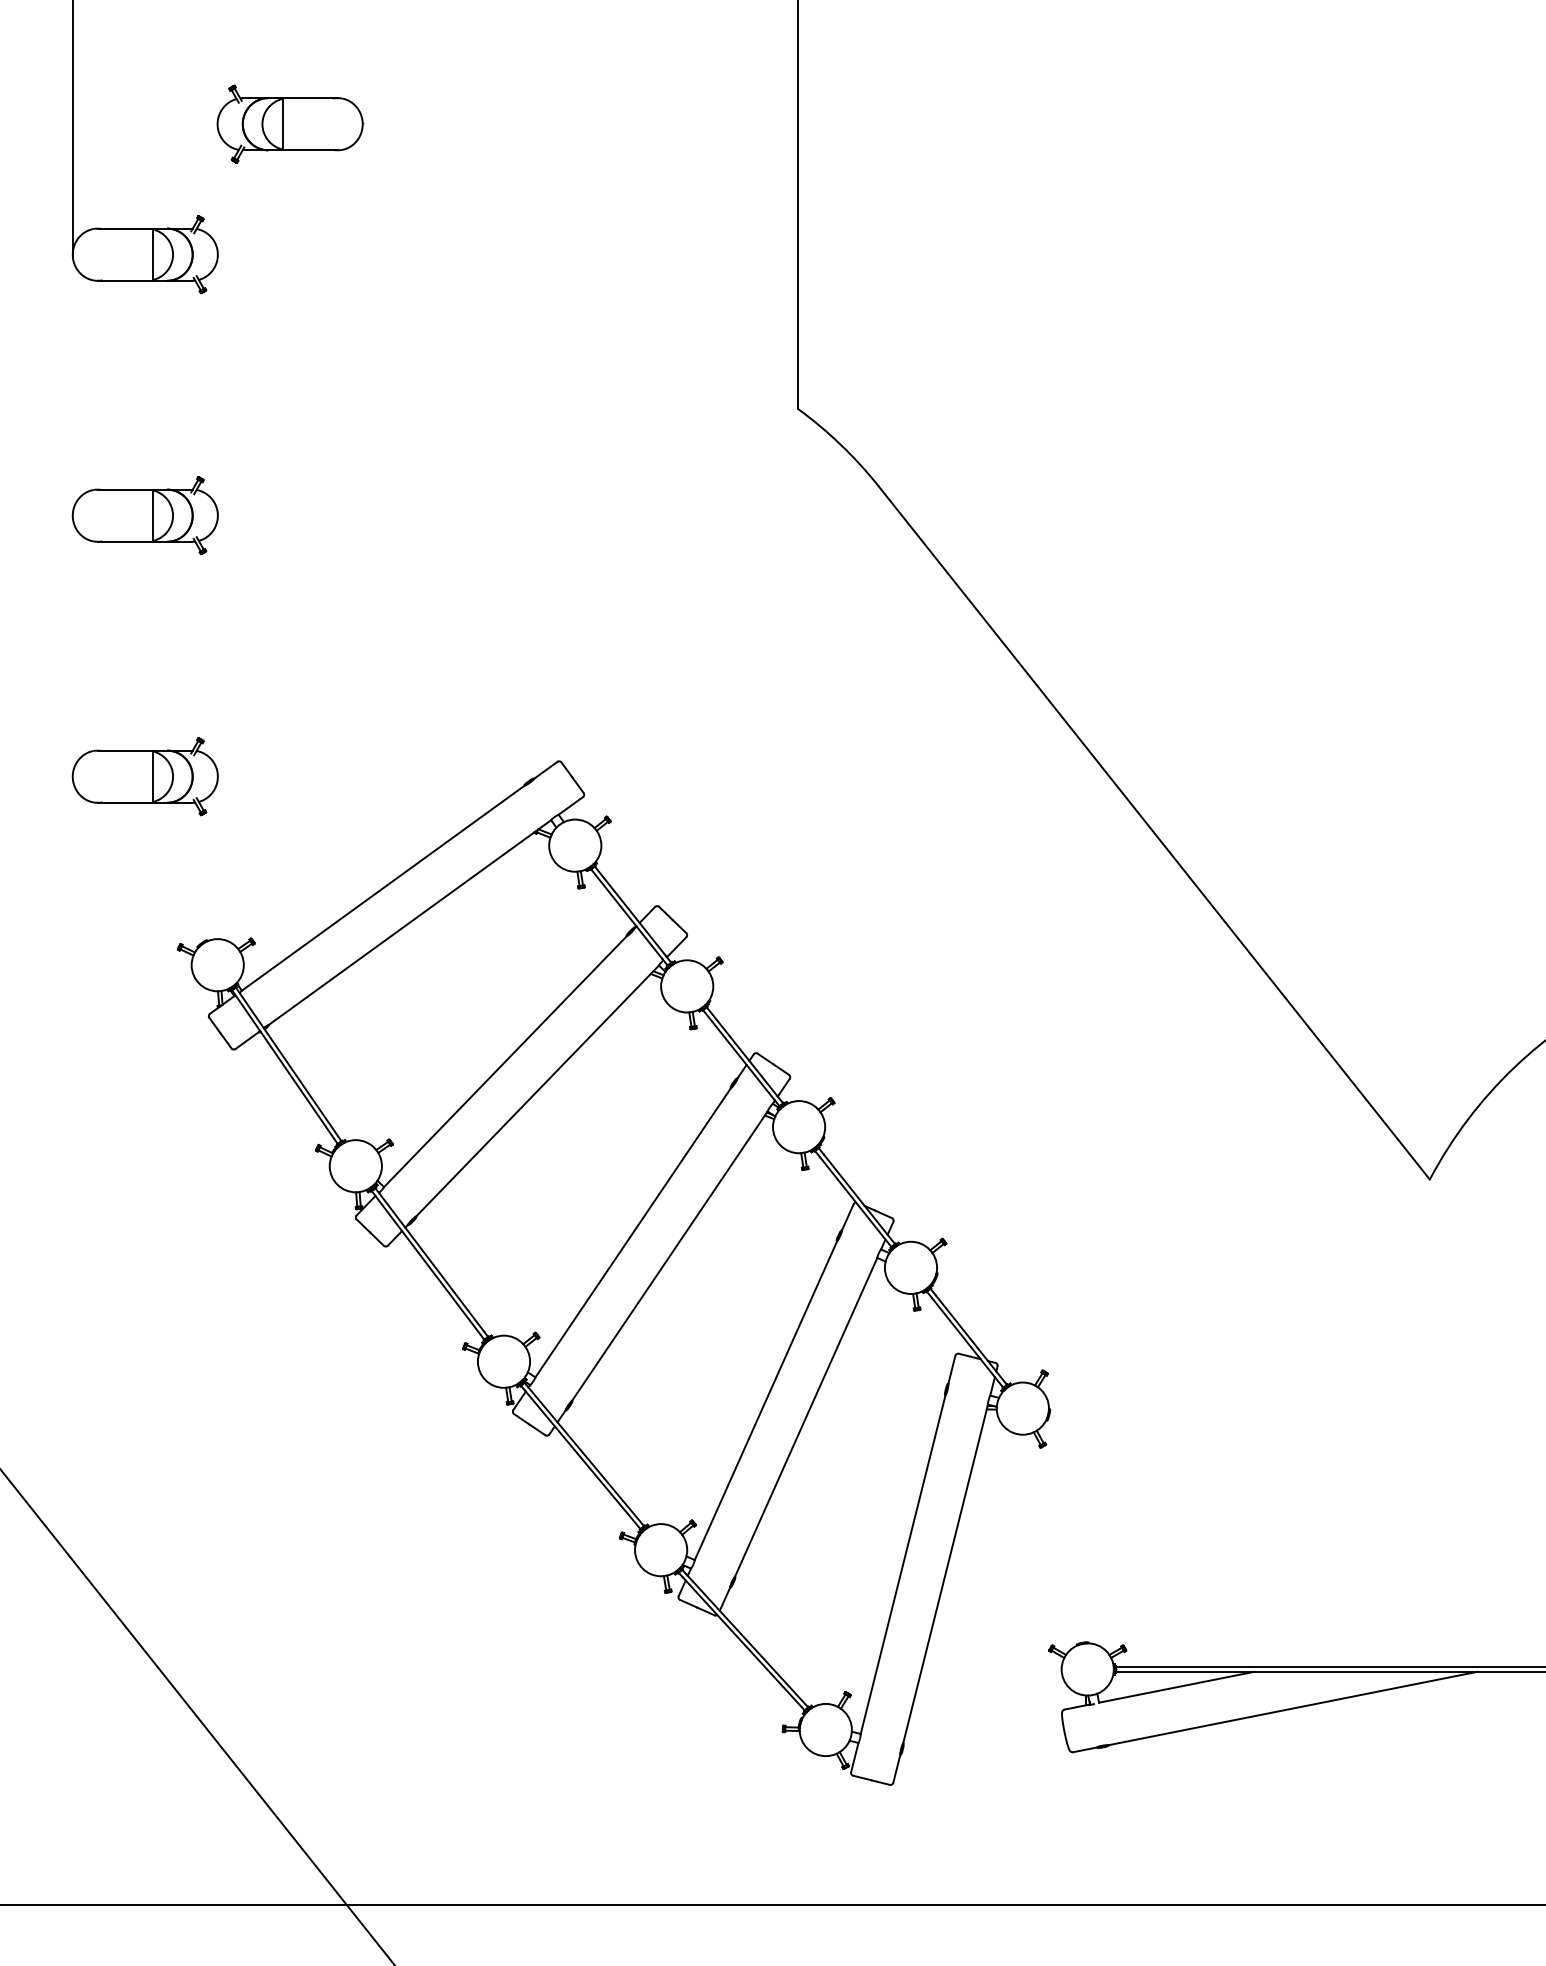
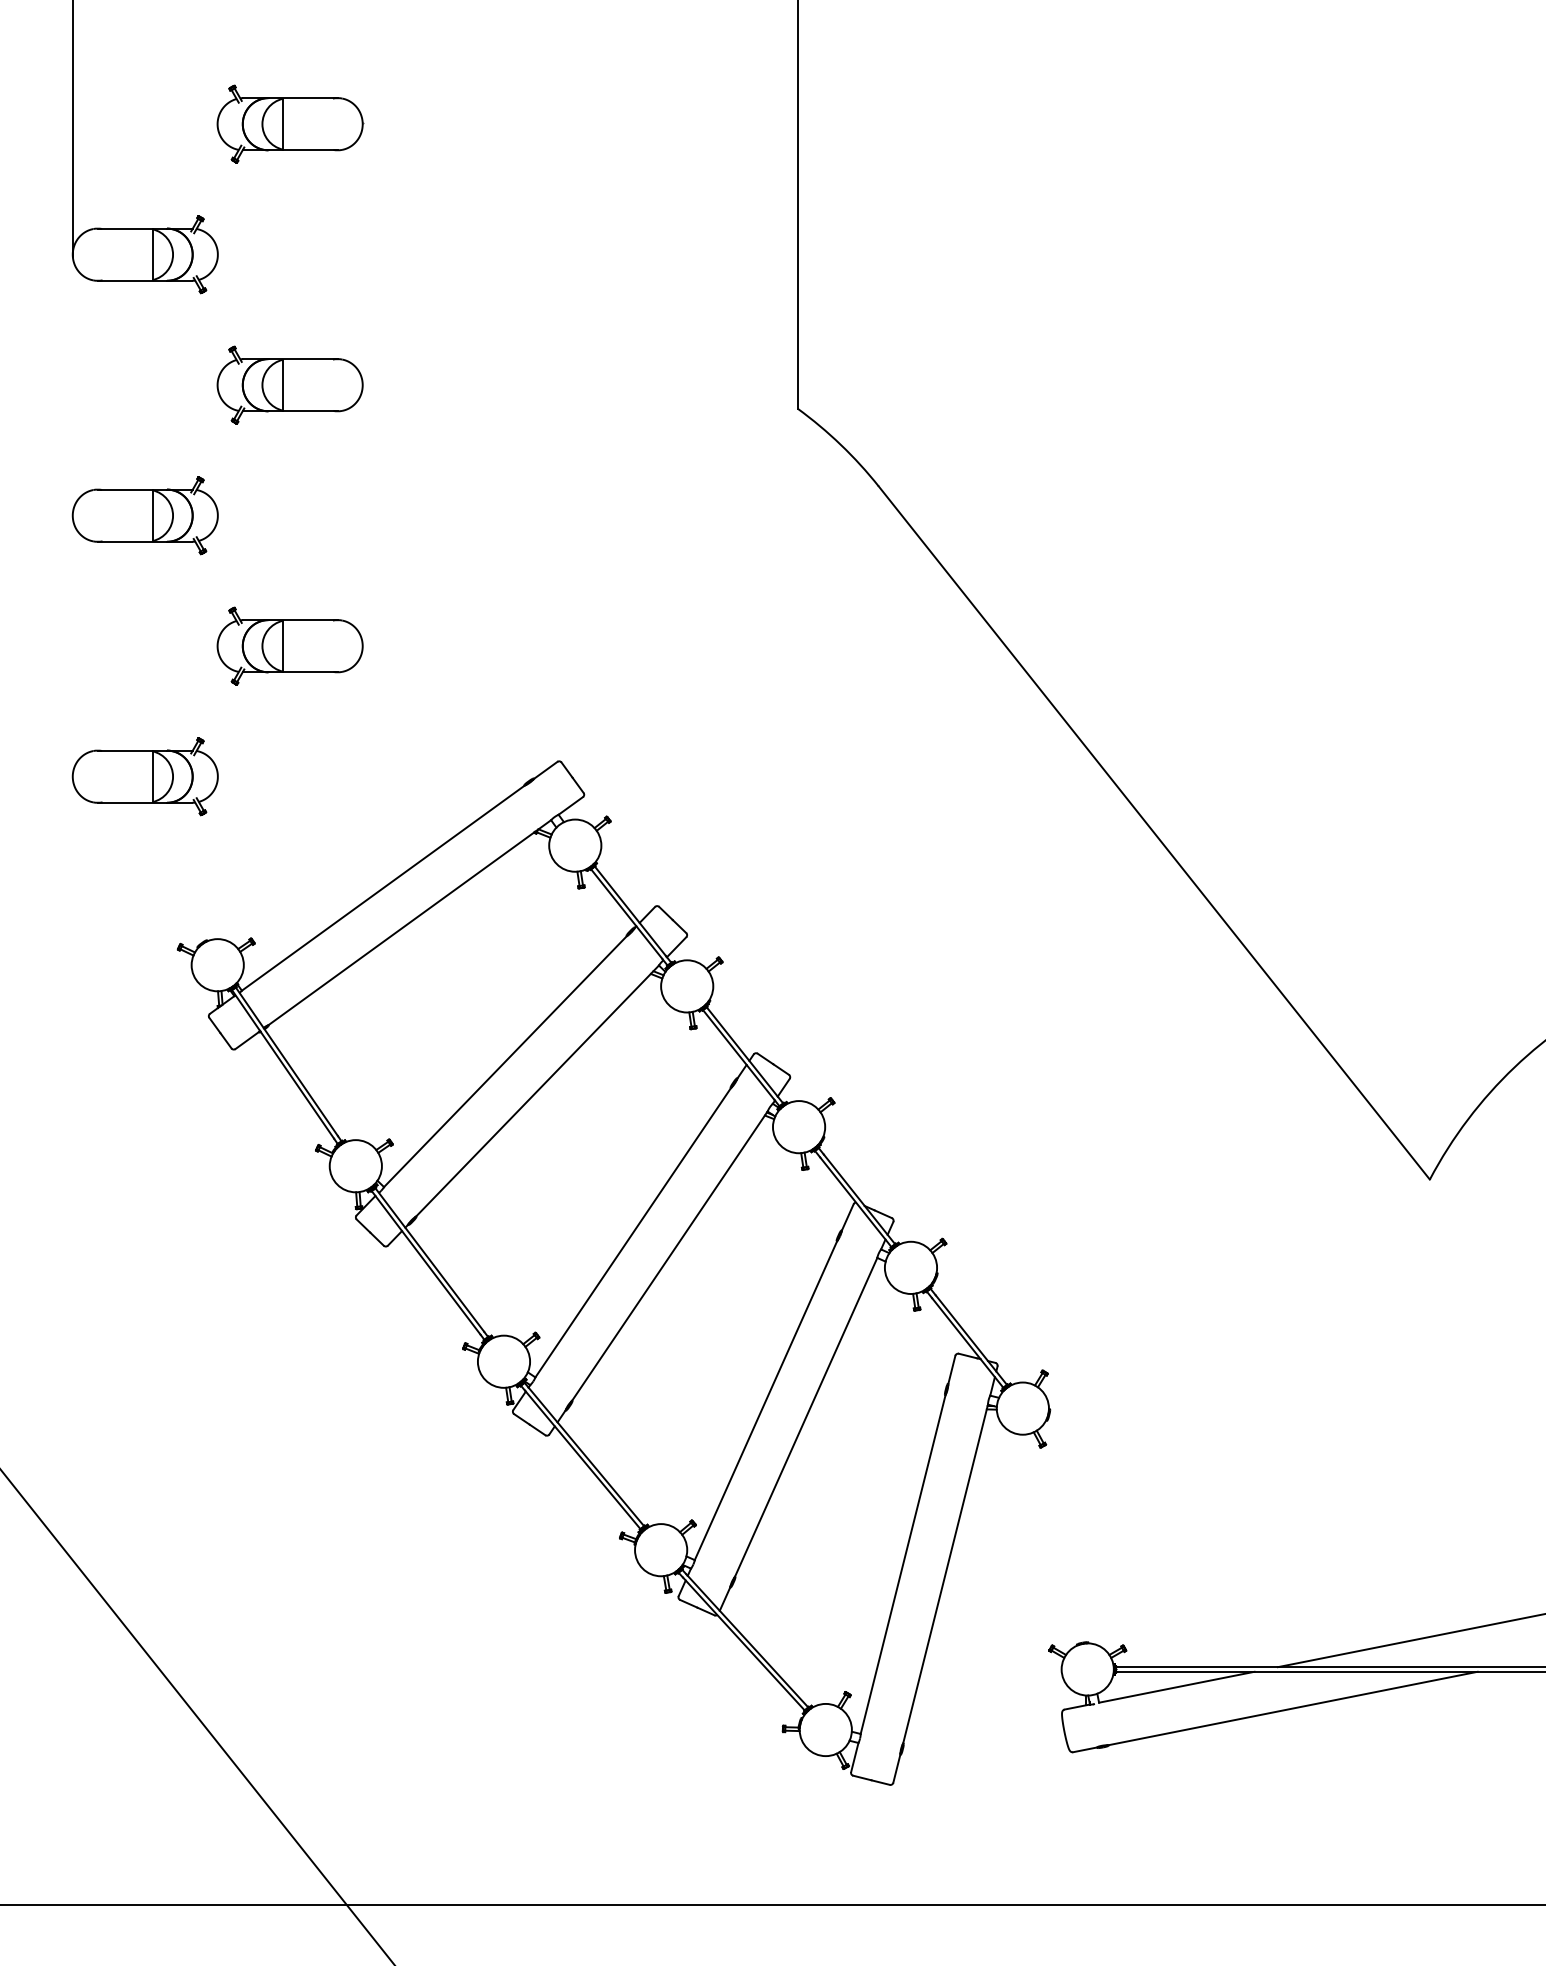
part at (289, 384): none -> present
part at (289, 645): none -> present
line at (1409, 1640): none -> present
